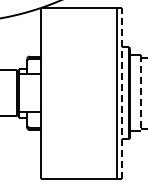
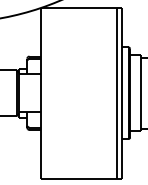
line at (122, 92): dashed -> solid
line at (141, 93): dashed -> solid
